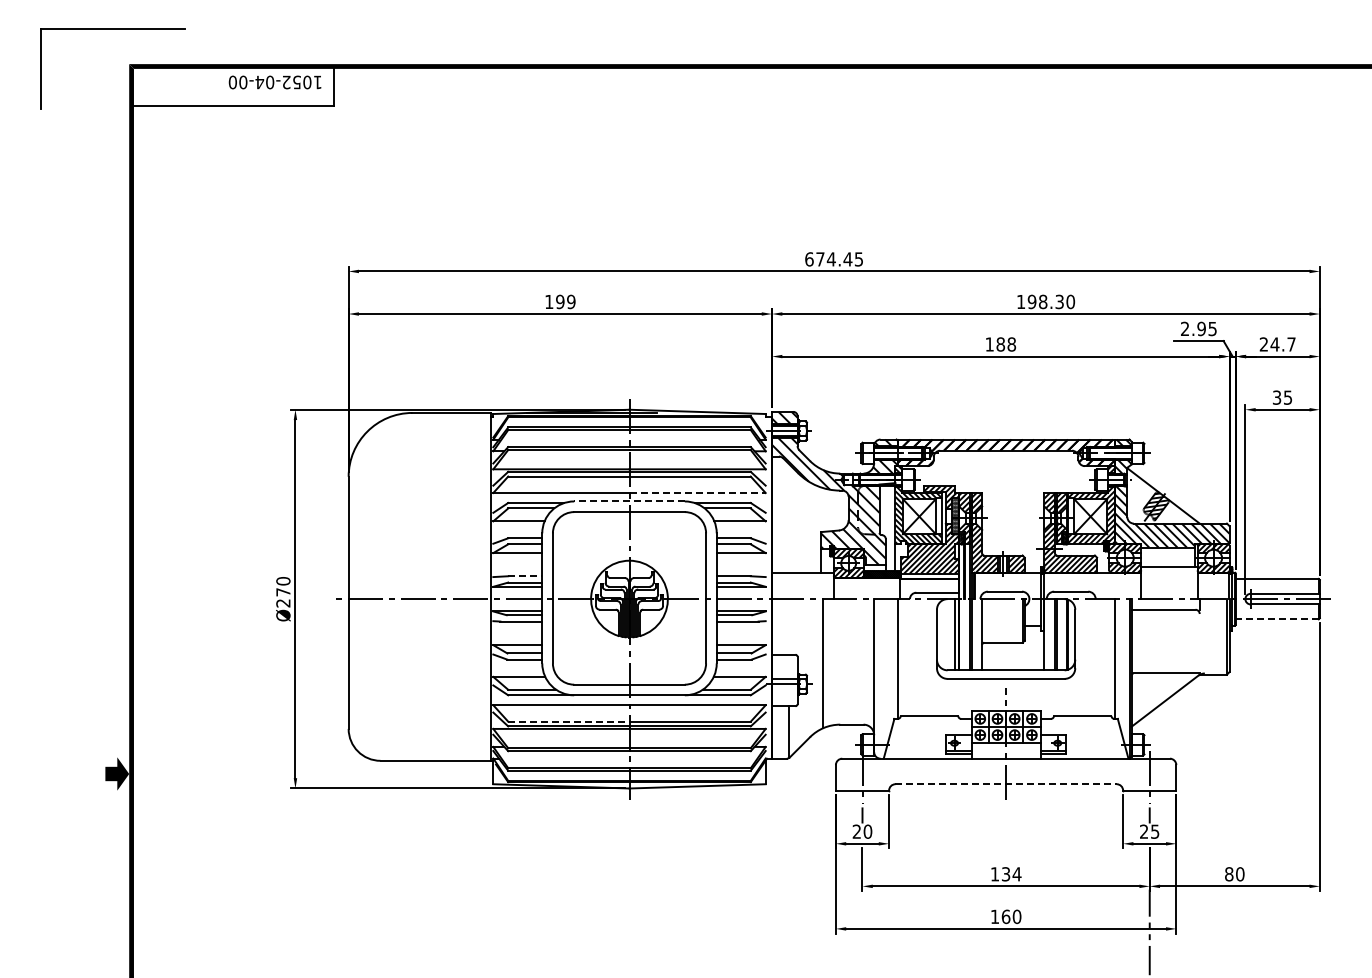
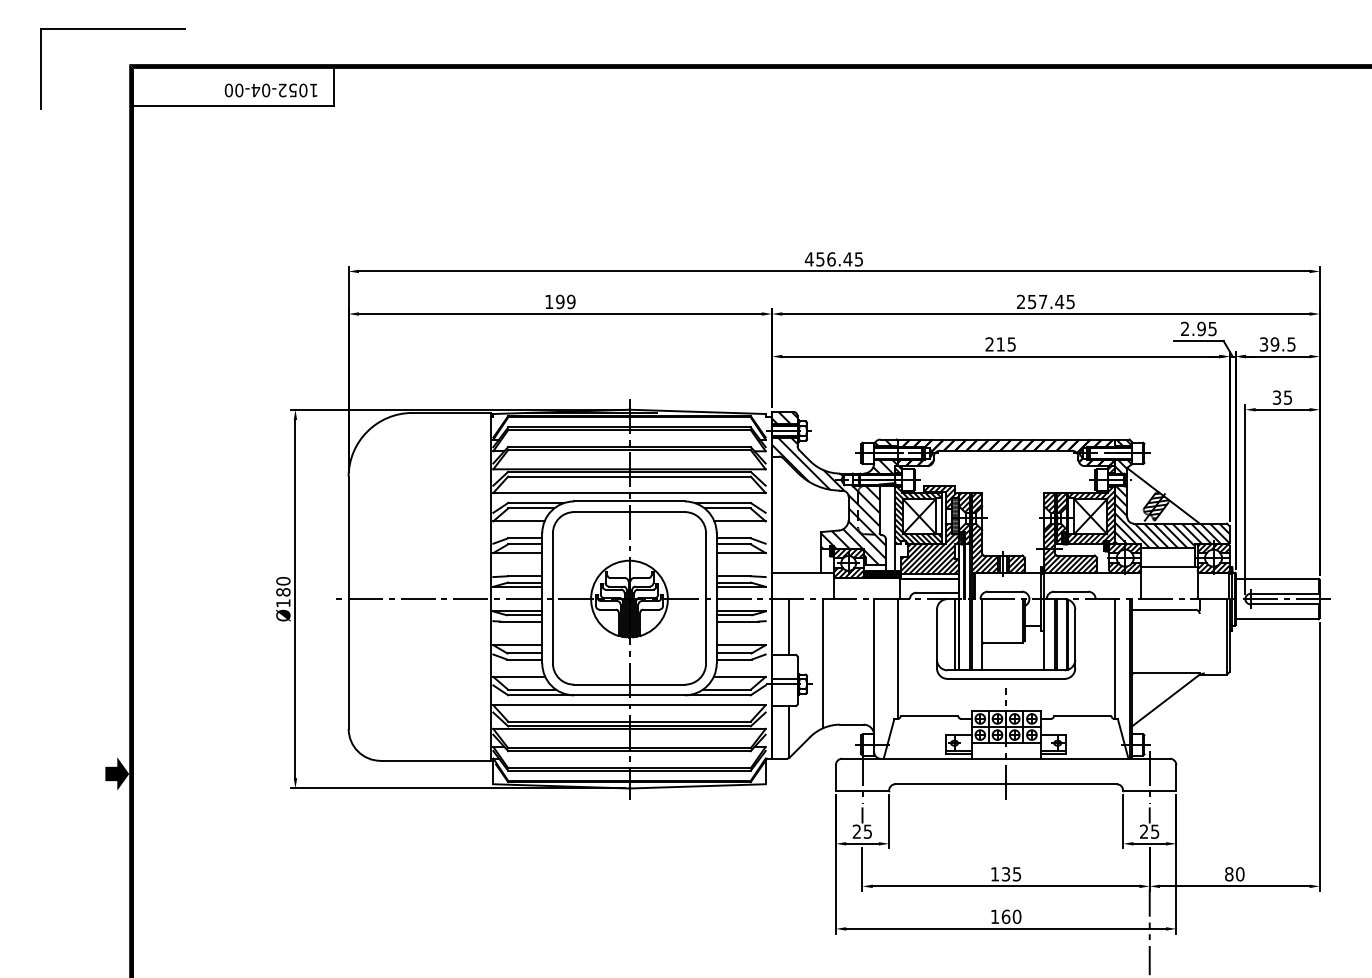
text at (274, 82) position: (274, 82) -> (270, 90)
text at (819, 259): 674.45 -> 456.45
text at (1046, 301): 198.30 -> 257.45
text at (1000, 344): 188 -> 215
text at (1277, 344): 24.7 -> 39.5
line at (698, 493): dashed -> solid
line at (629, 501): dashed -> solid
line at (525, 576): dashed -> solid
text at (283, 597): Ø270 -> Ø180
line at (1276, 619): dashed -> solid
line at (788, 626): none -> present
line at (568, 721): dashed -> solid
line at (1006, 784): dashed -> solid
text at (867, 831): 20 -> 25
text at (1016, 874): 134 -> 135
